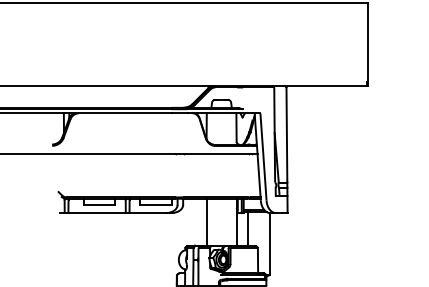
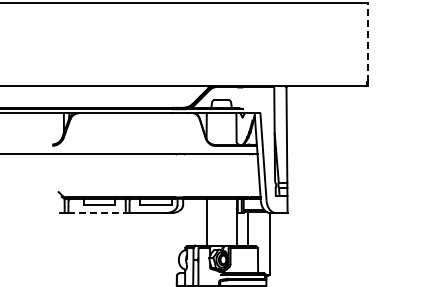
line at (367, 42): solid -> dashed
line at (97, 213): solid -> dashed
